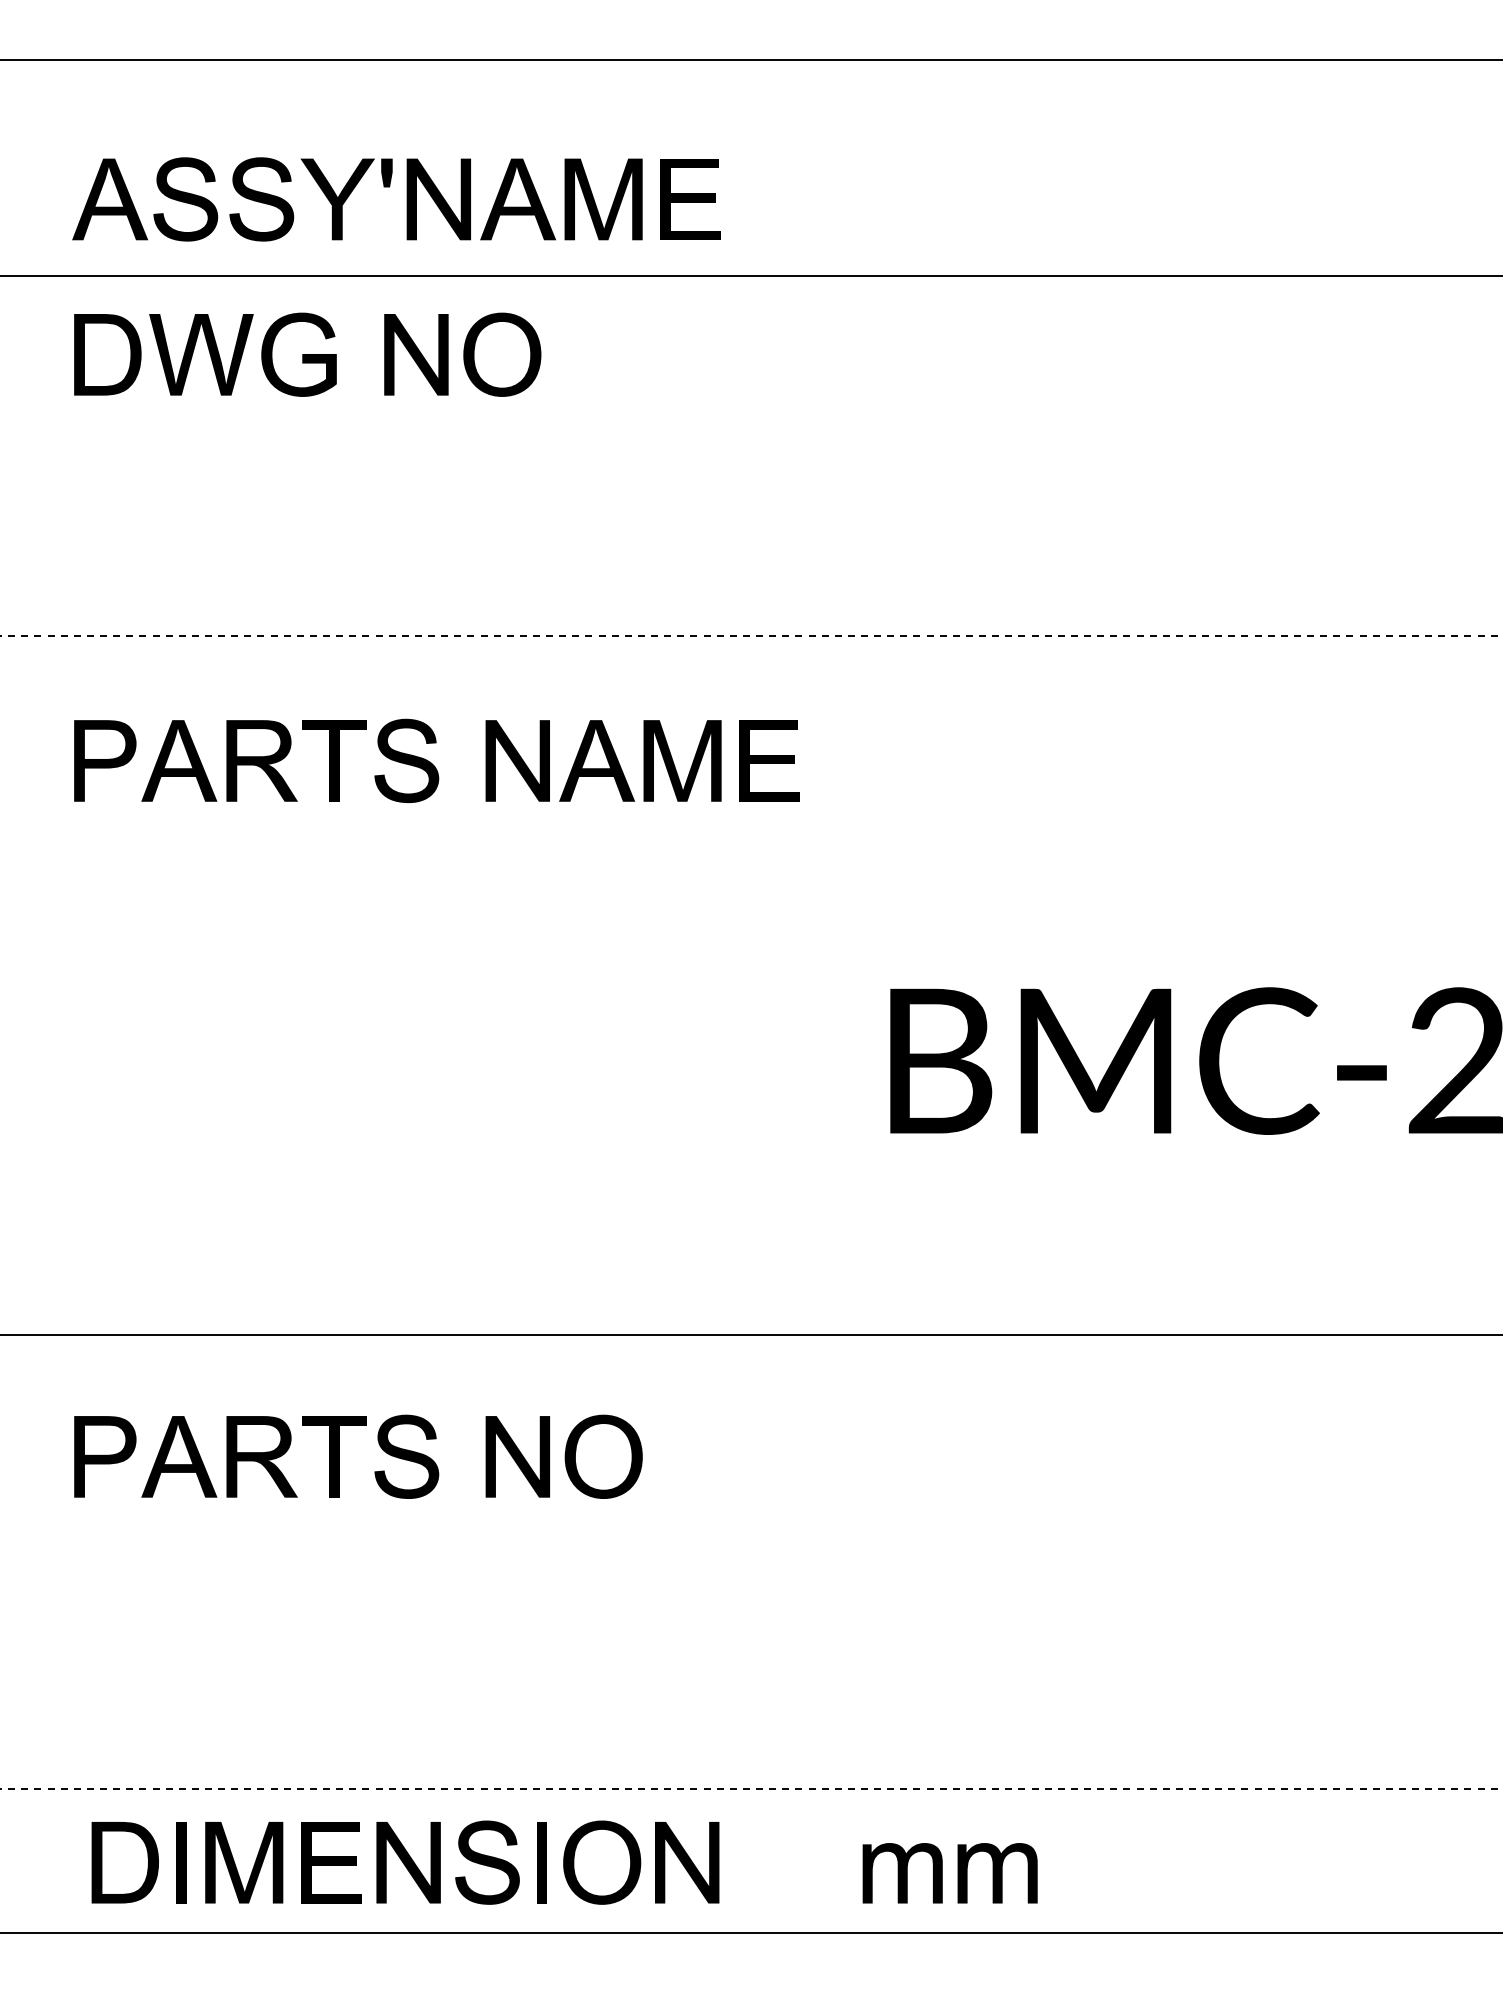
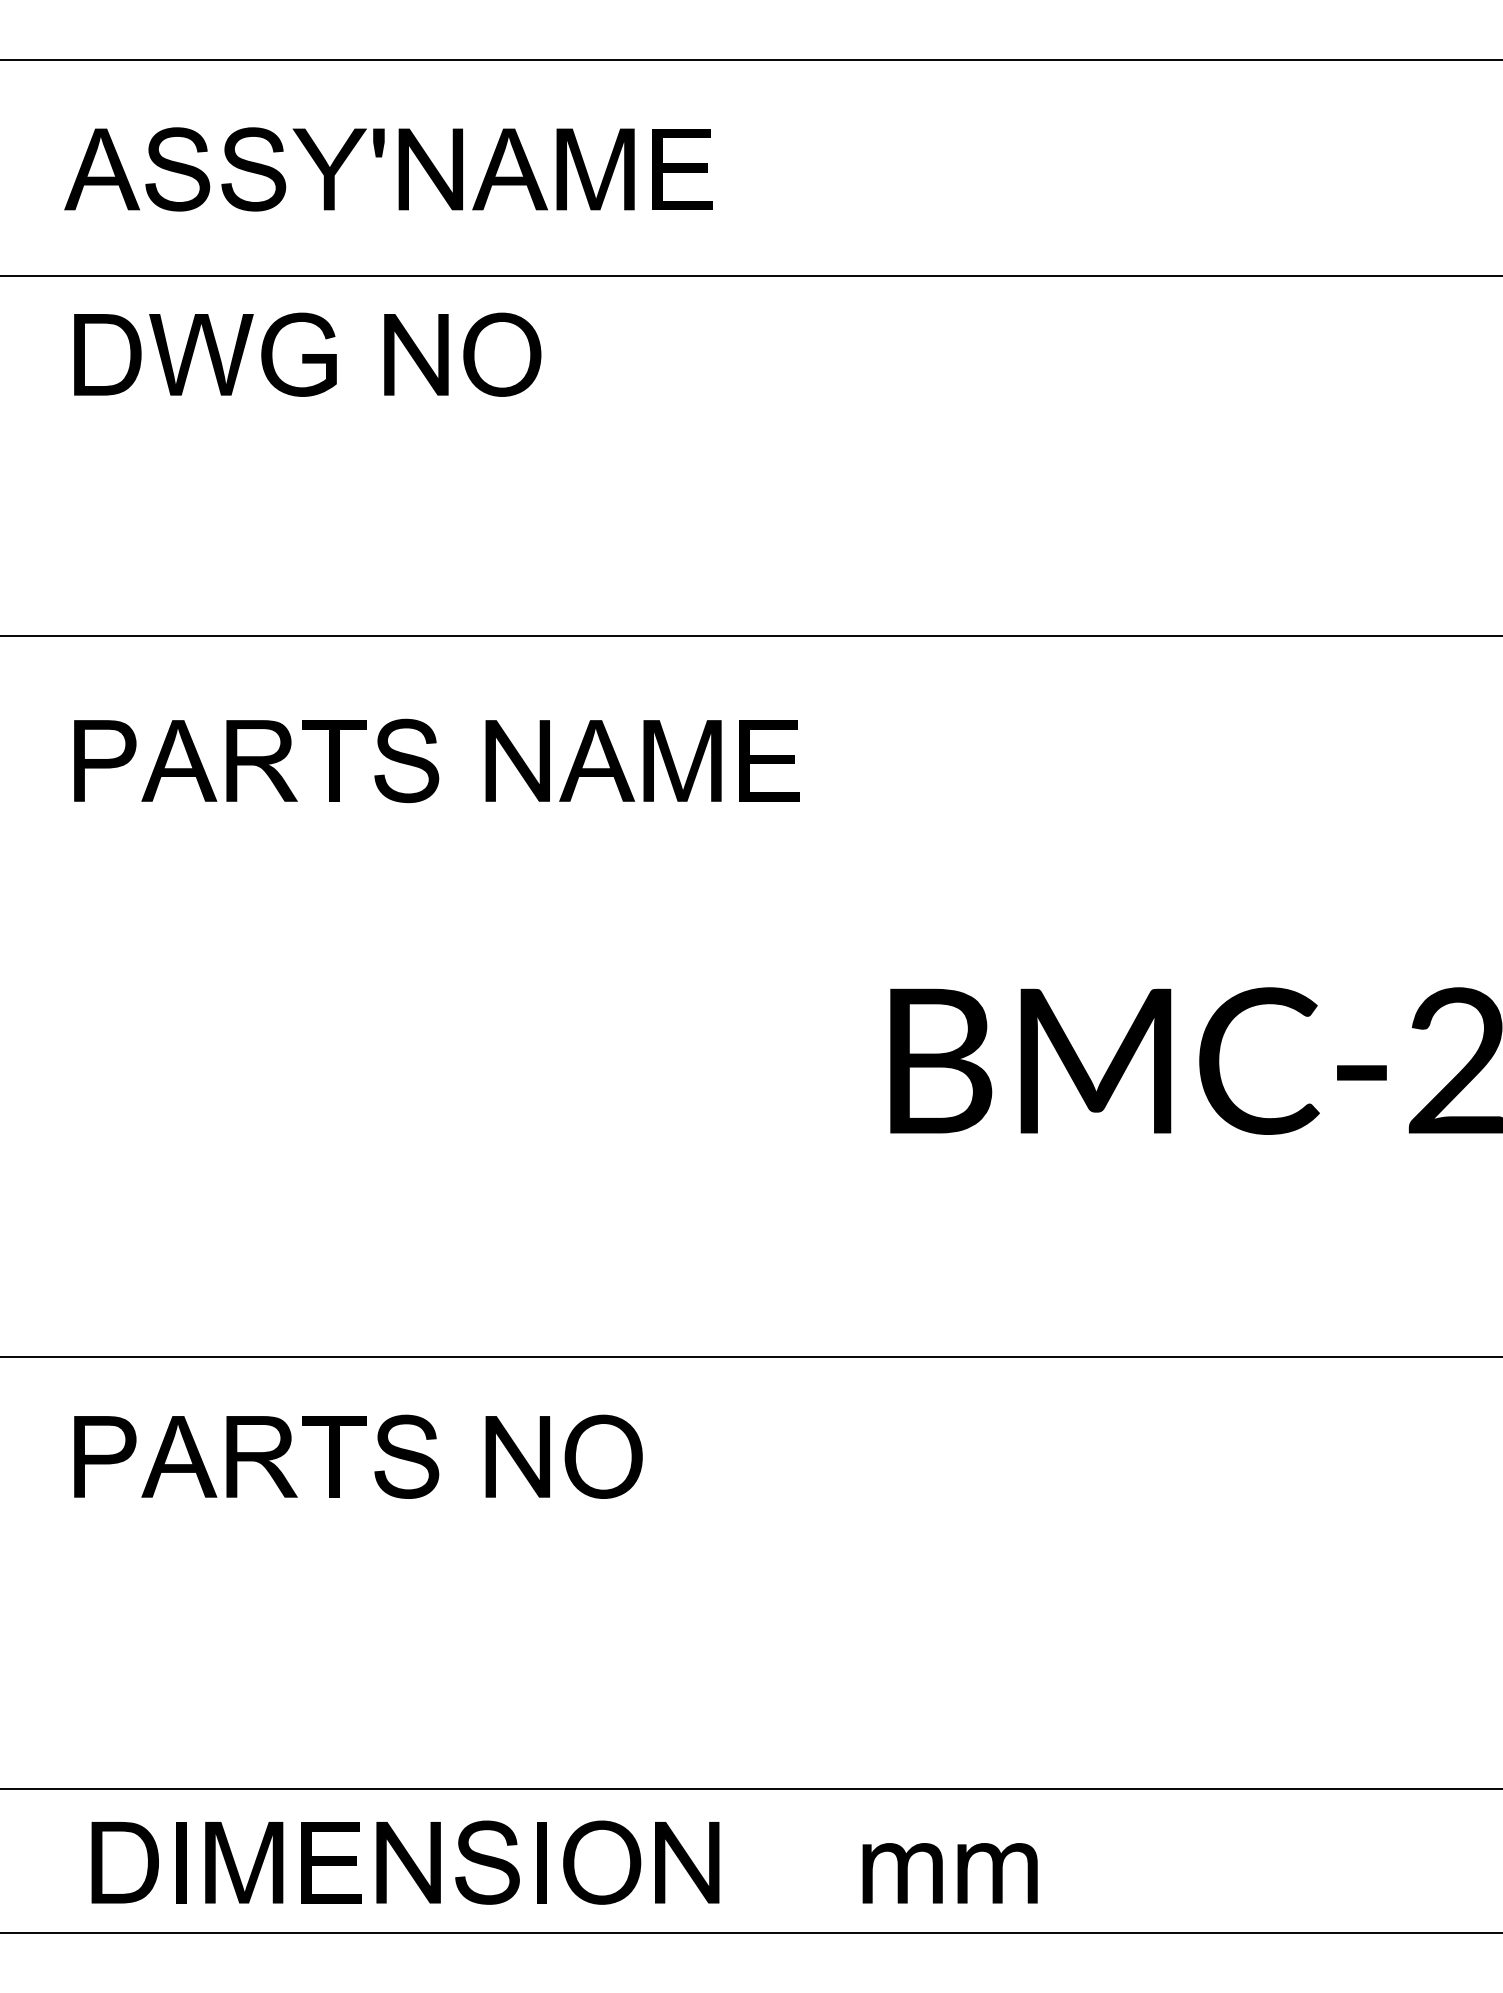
part at (406, 199) position: (406, 199) -> (398, 169)
line at (751, 636): dashed -> solid
line at (750, 1334) position: (750, 1334) -> (750, 1356)
line at (751, 1789): dashed -> solid
